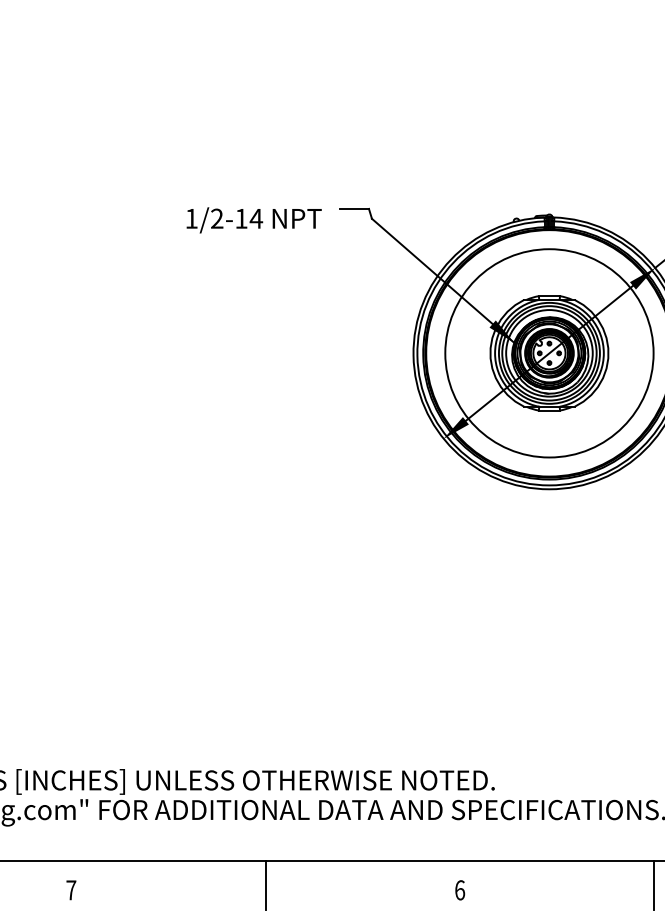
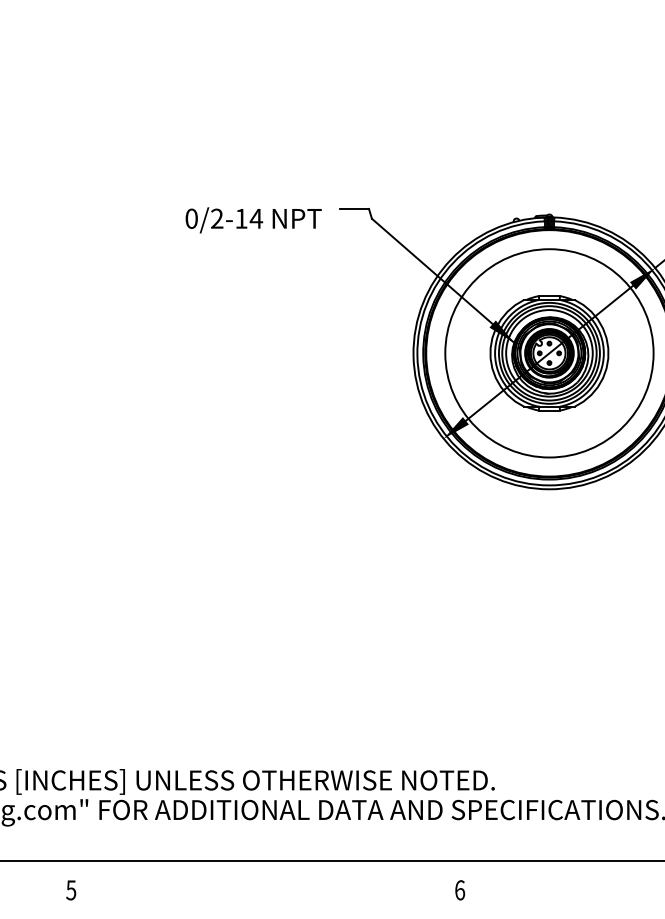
text at (191, 218): 1/2-14 -> 0/2-14
line at (265, 885): present -> none
line at (654, 885): present -> none
text at (71, 890): 7 -> 5
